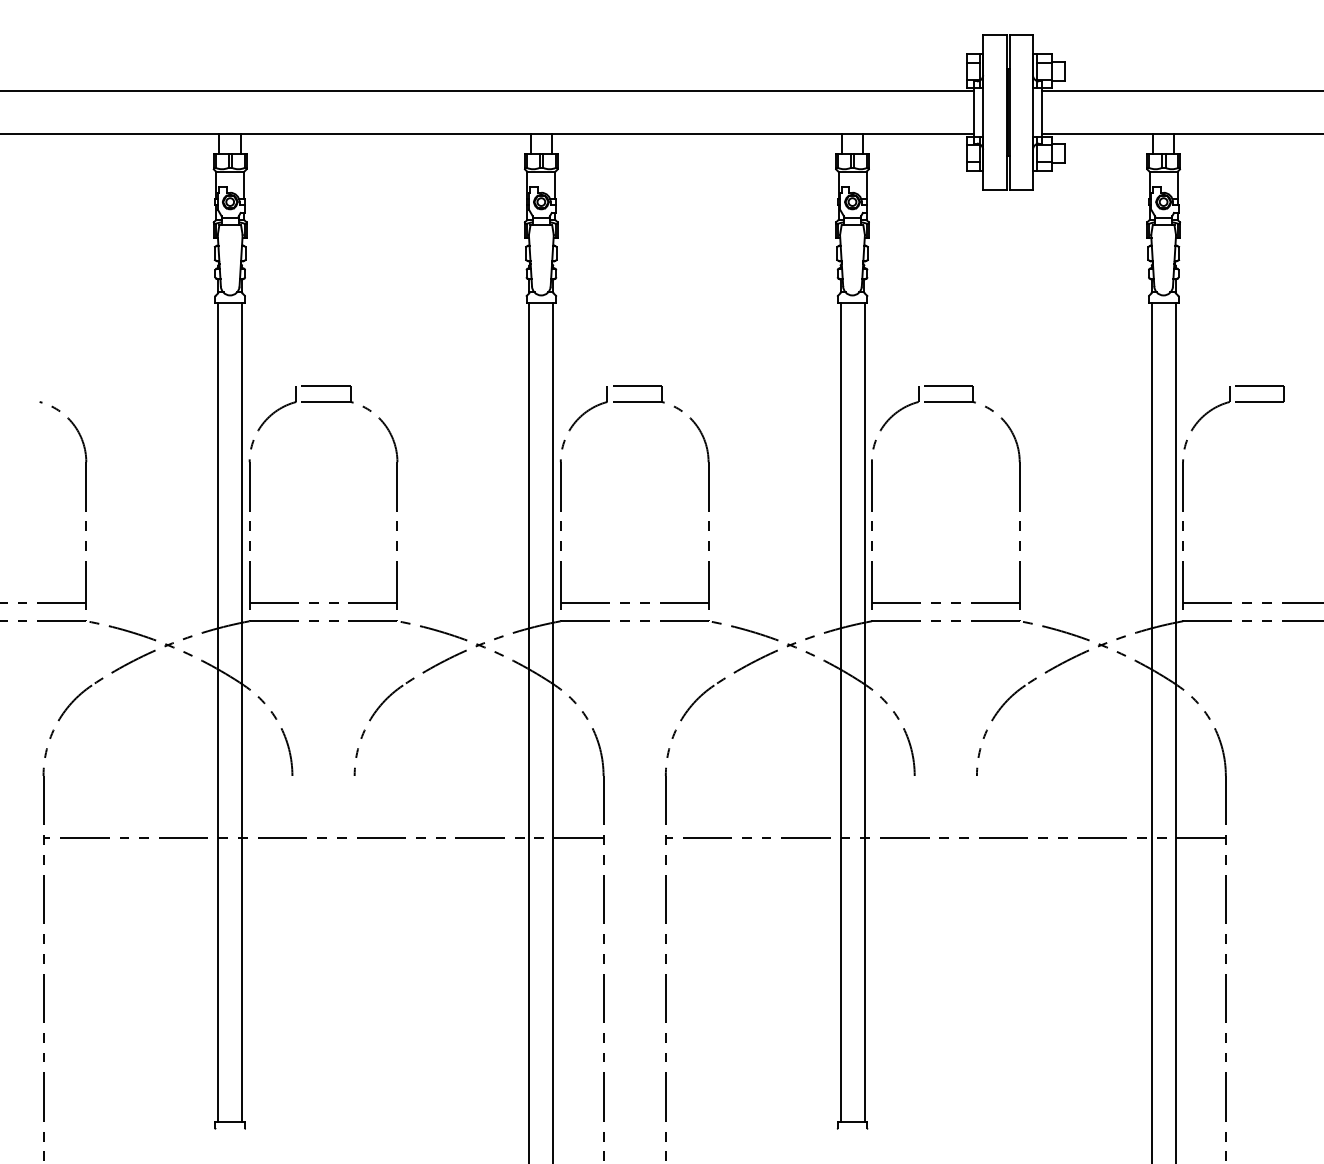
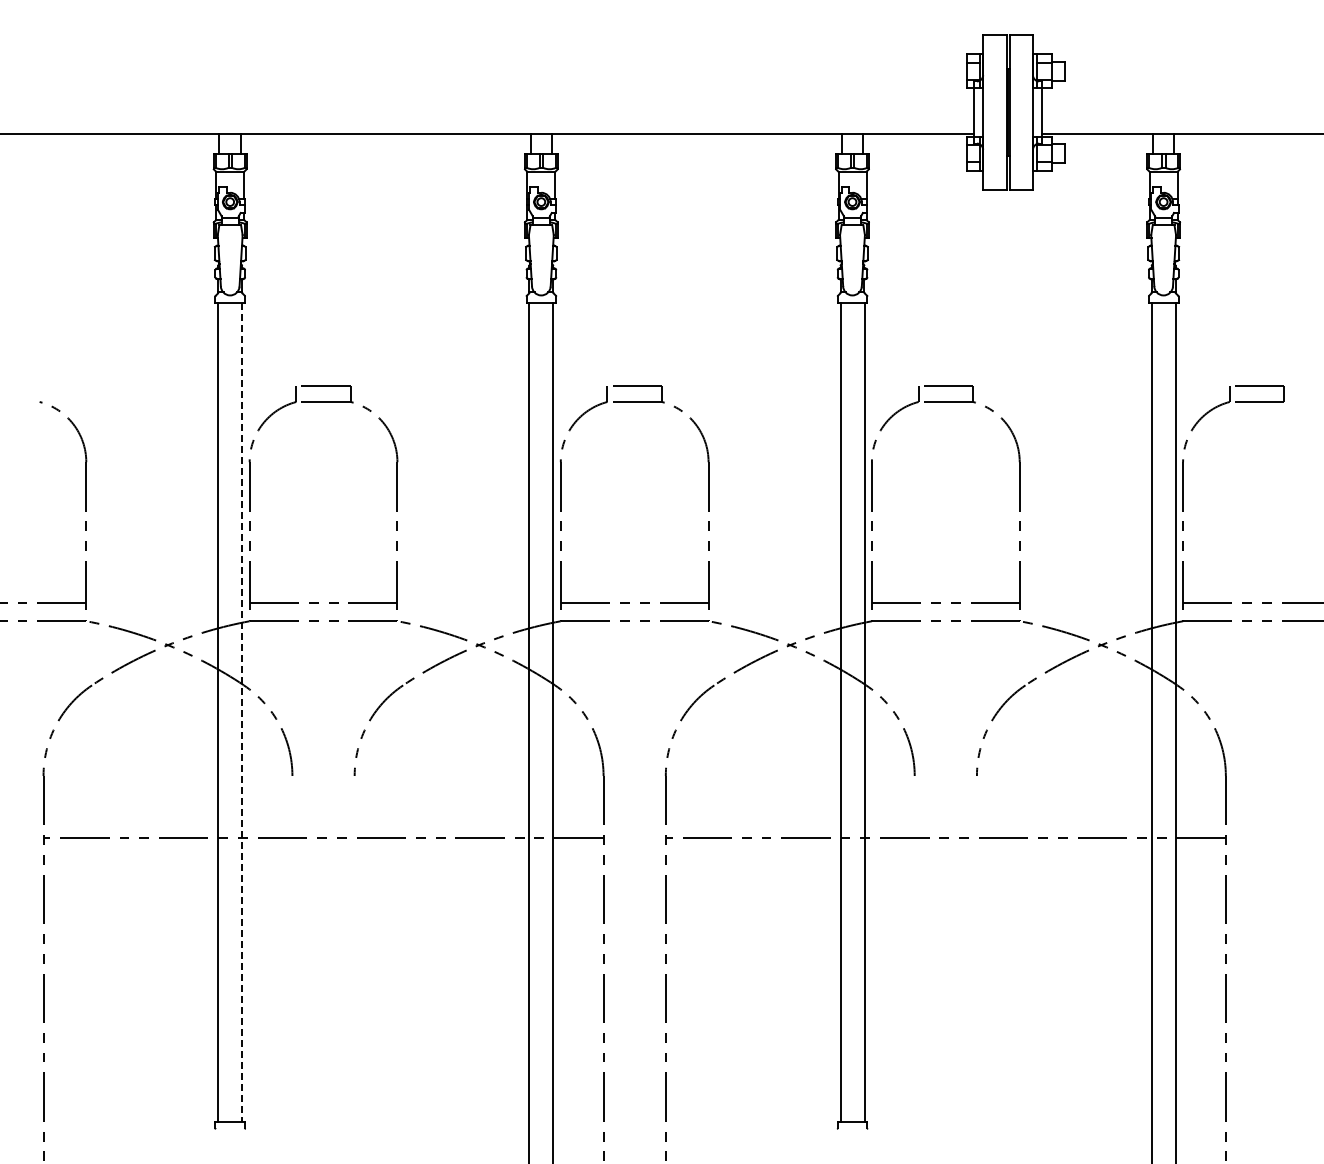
line at (487, 91): present -> none
line at (1181, 91): present -> none
line at (242, 712): solid -> dashed
